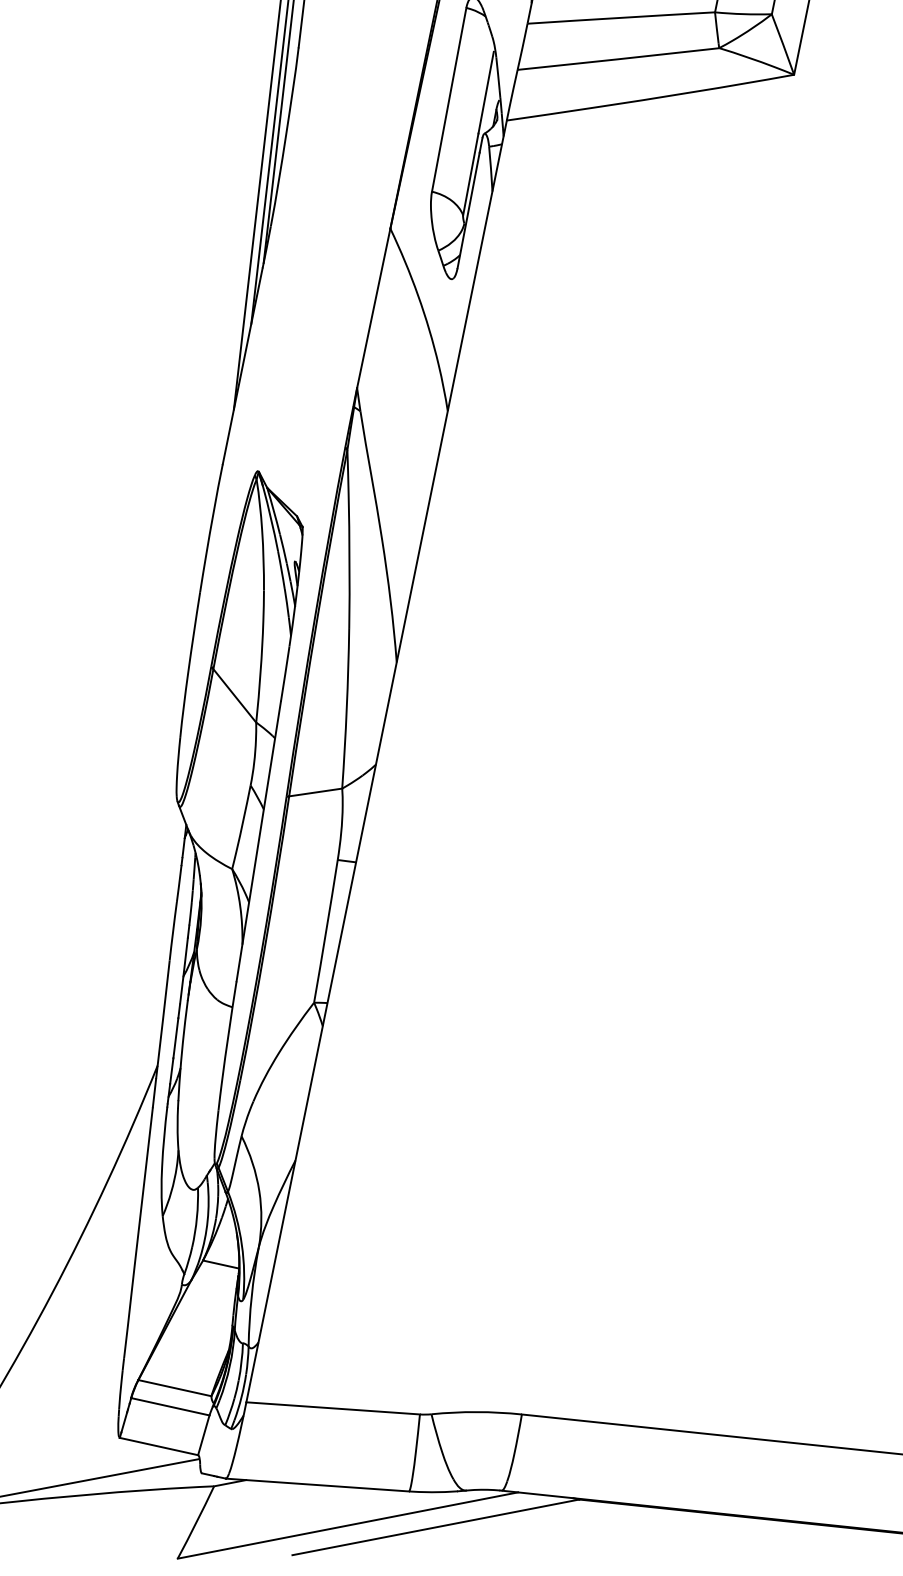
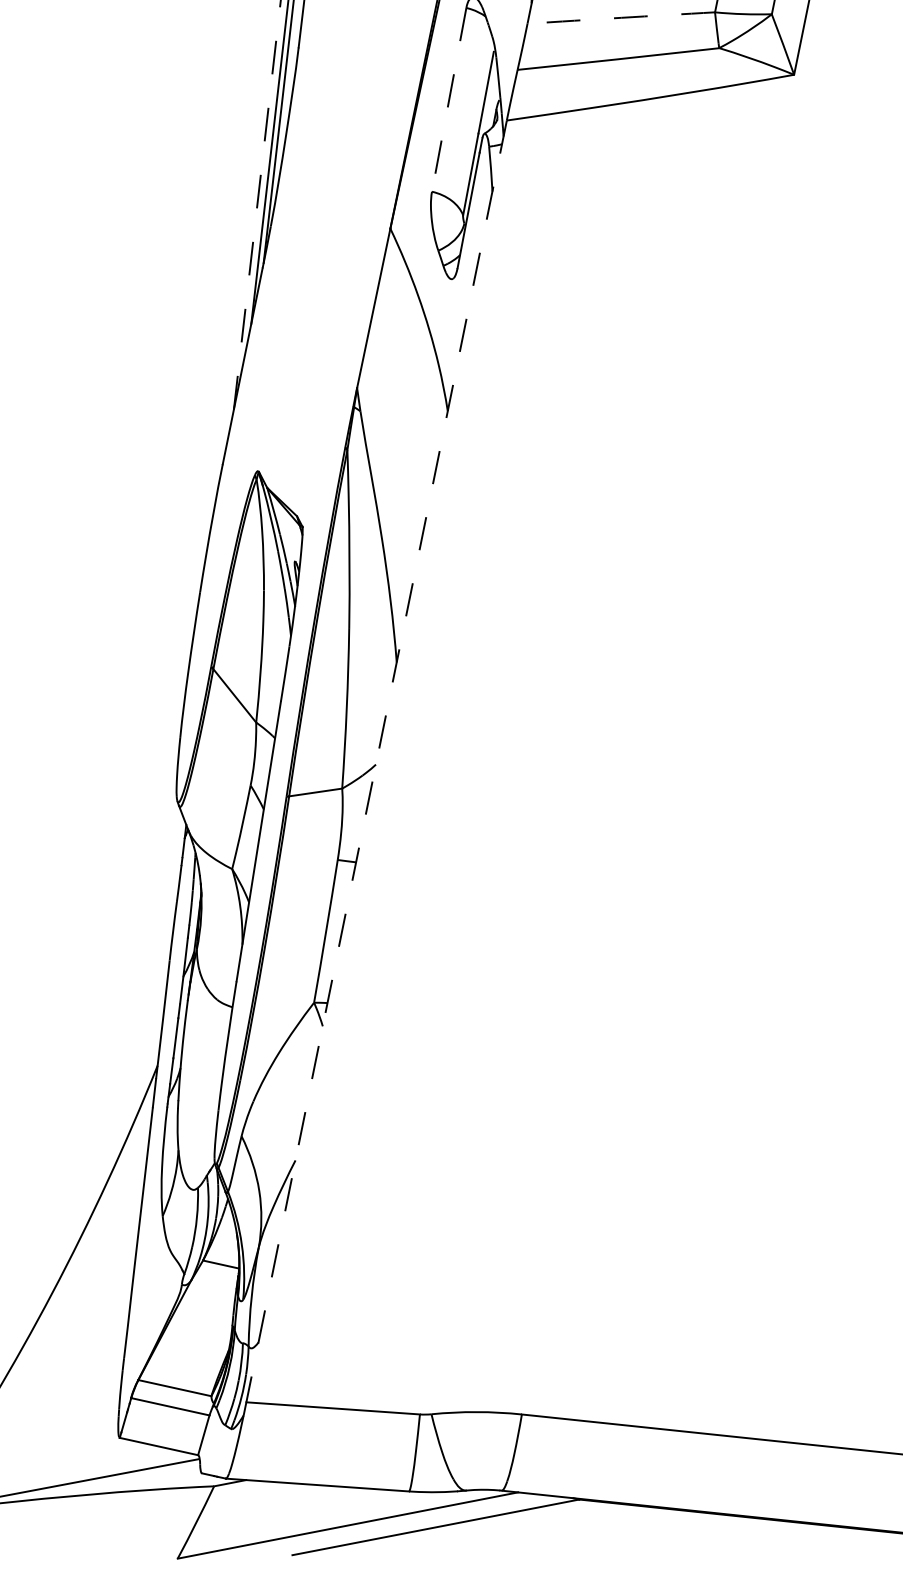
arc at (621, 17): solid -> dashed
line at (449, 100): solid -> dashed
line at (257, 204): solid -> dashed
line at (376, 761): solid -> dashed
